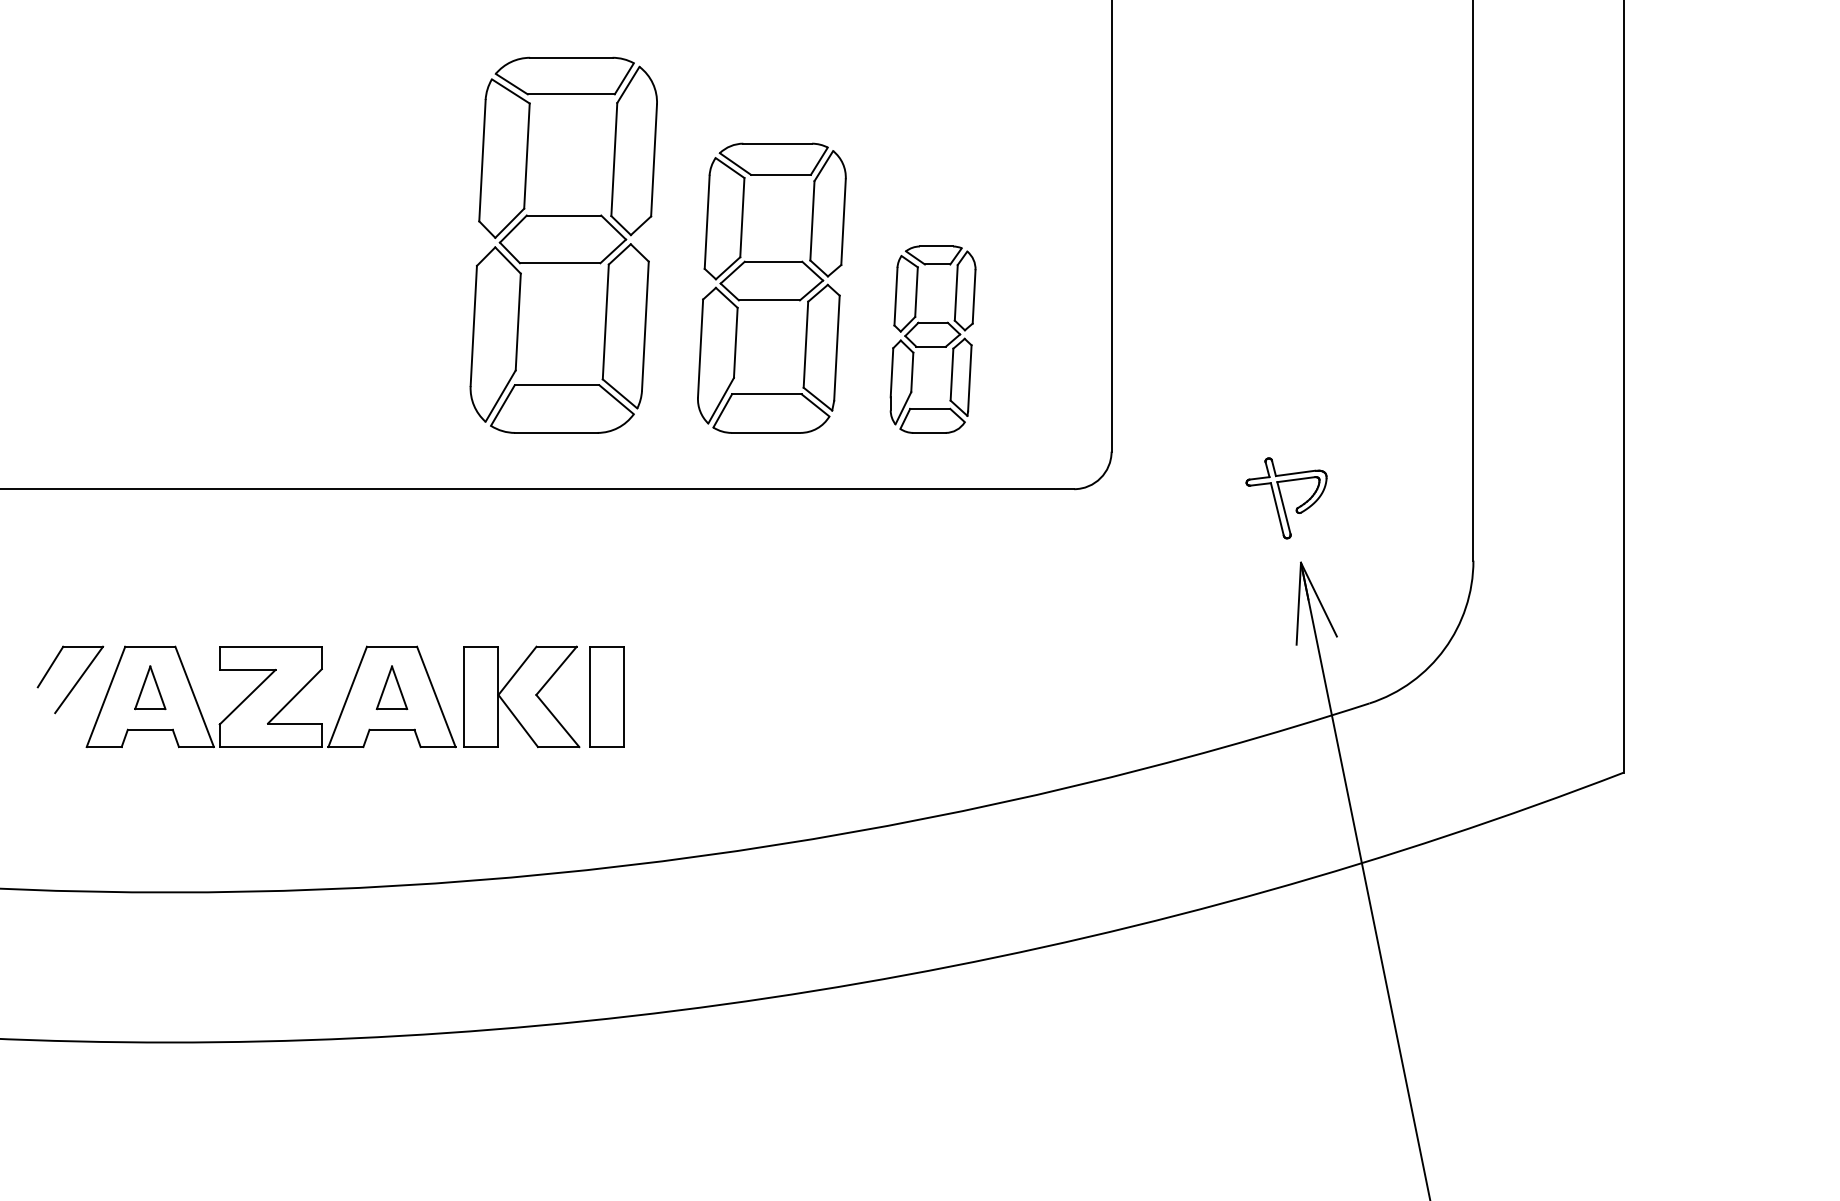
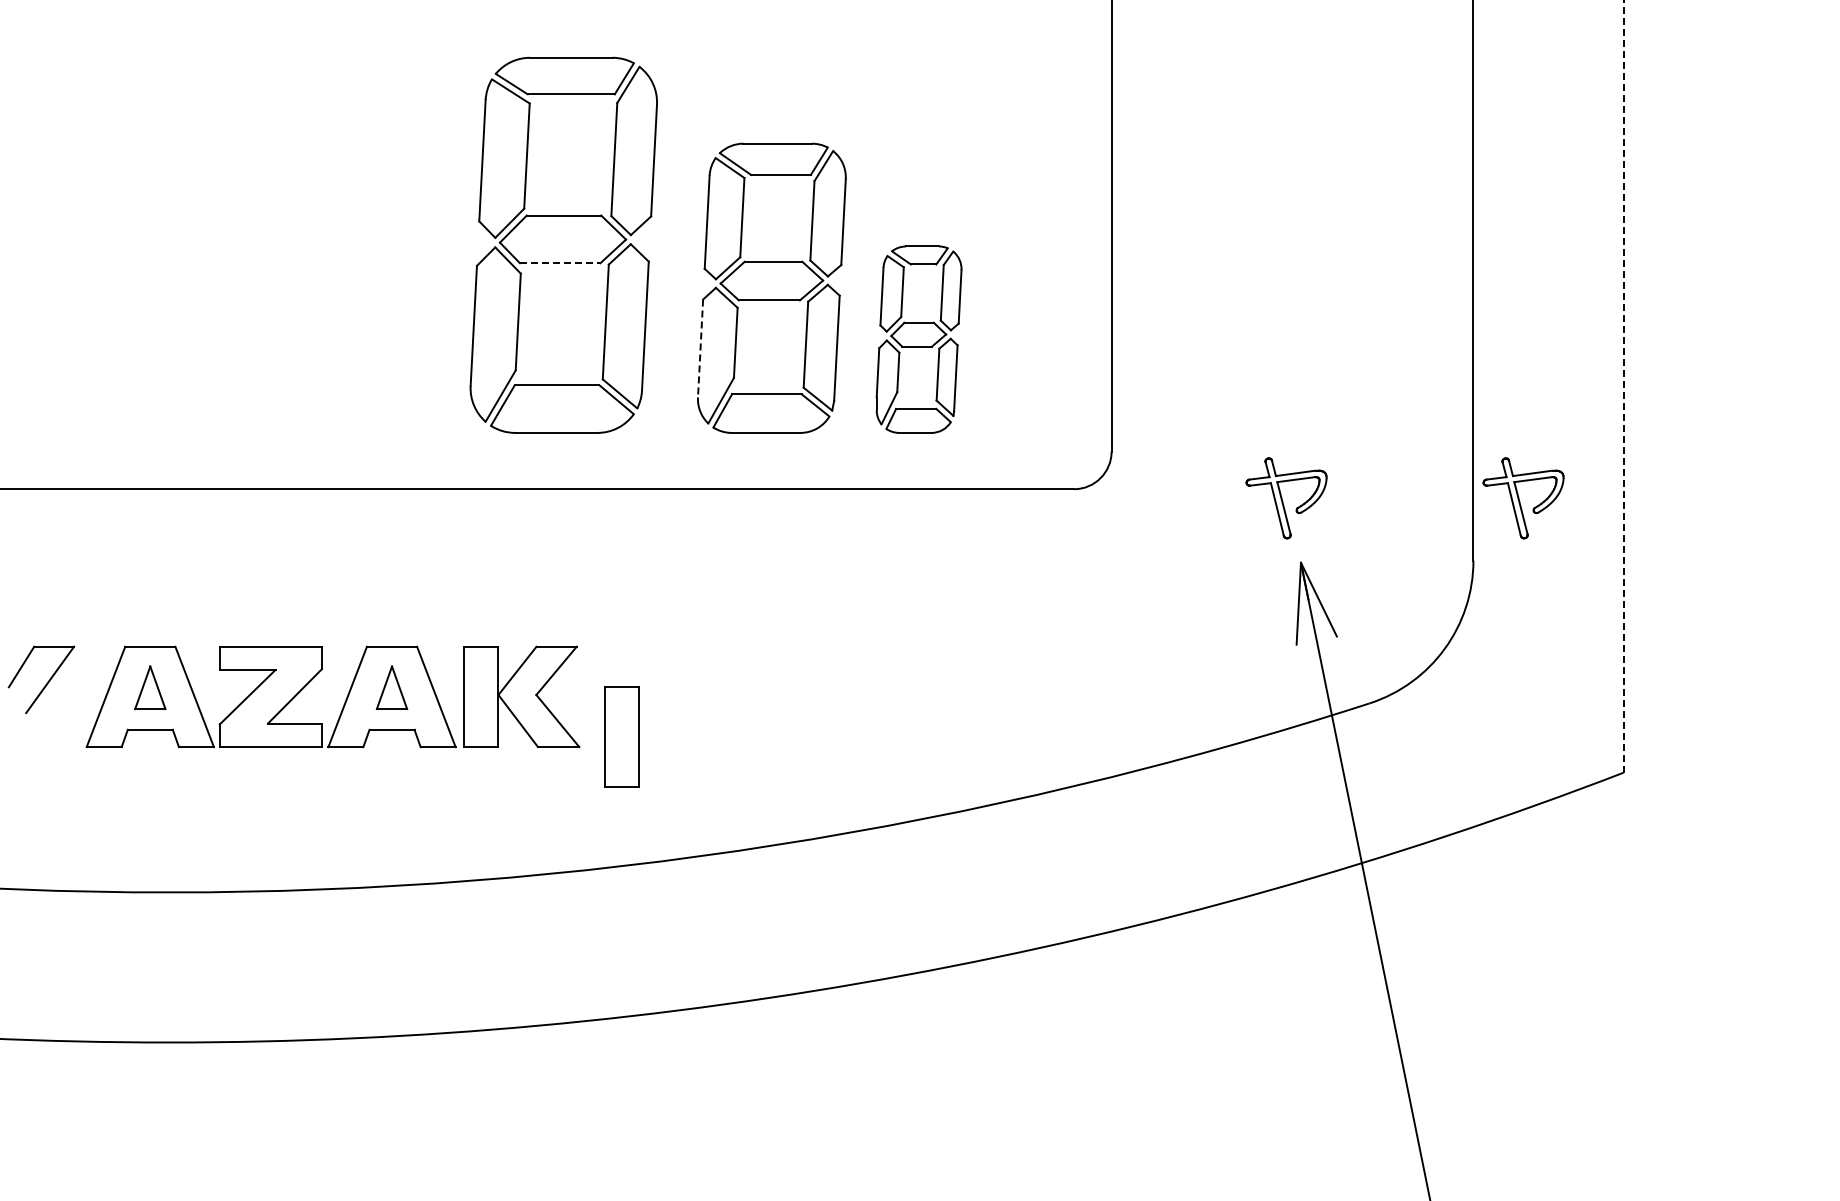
line at (560, 263): solid -> dashed
part at (932, 339) position: (932, 339) -> (918, 339)
line at (700, 348): solid -> dashed
line at (1623, 386): solid -> dashed
part at (1523, 498): none -> present
part at (76, 681) position: (76, 681) -> (47, 681)
part at (606, 696) position: (606, 696) -> (621, 736)
